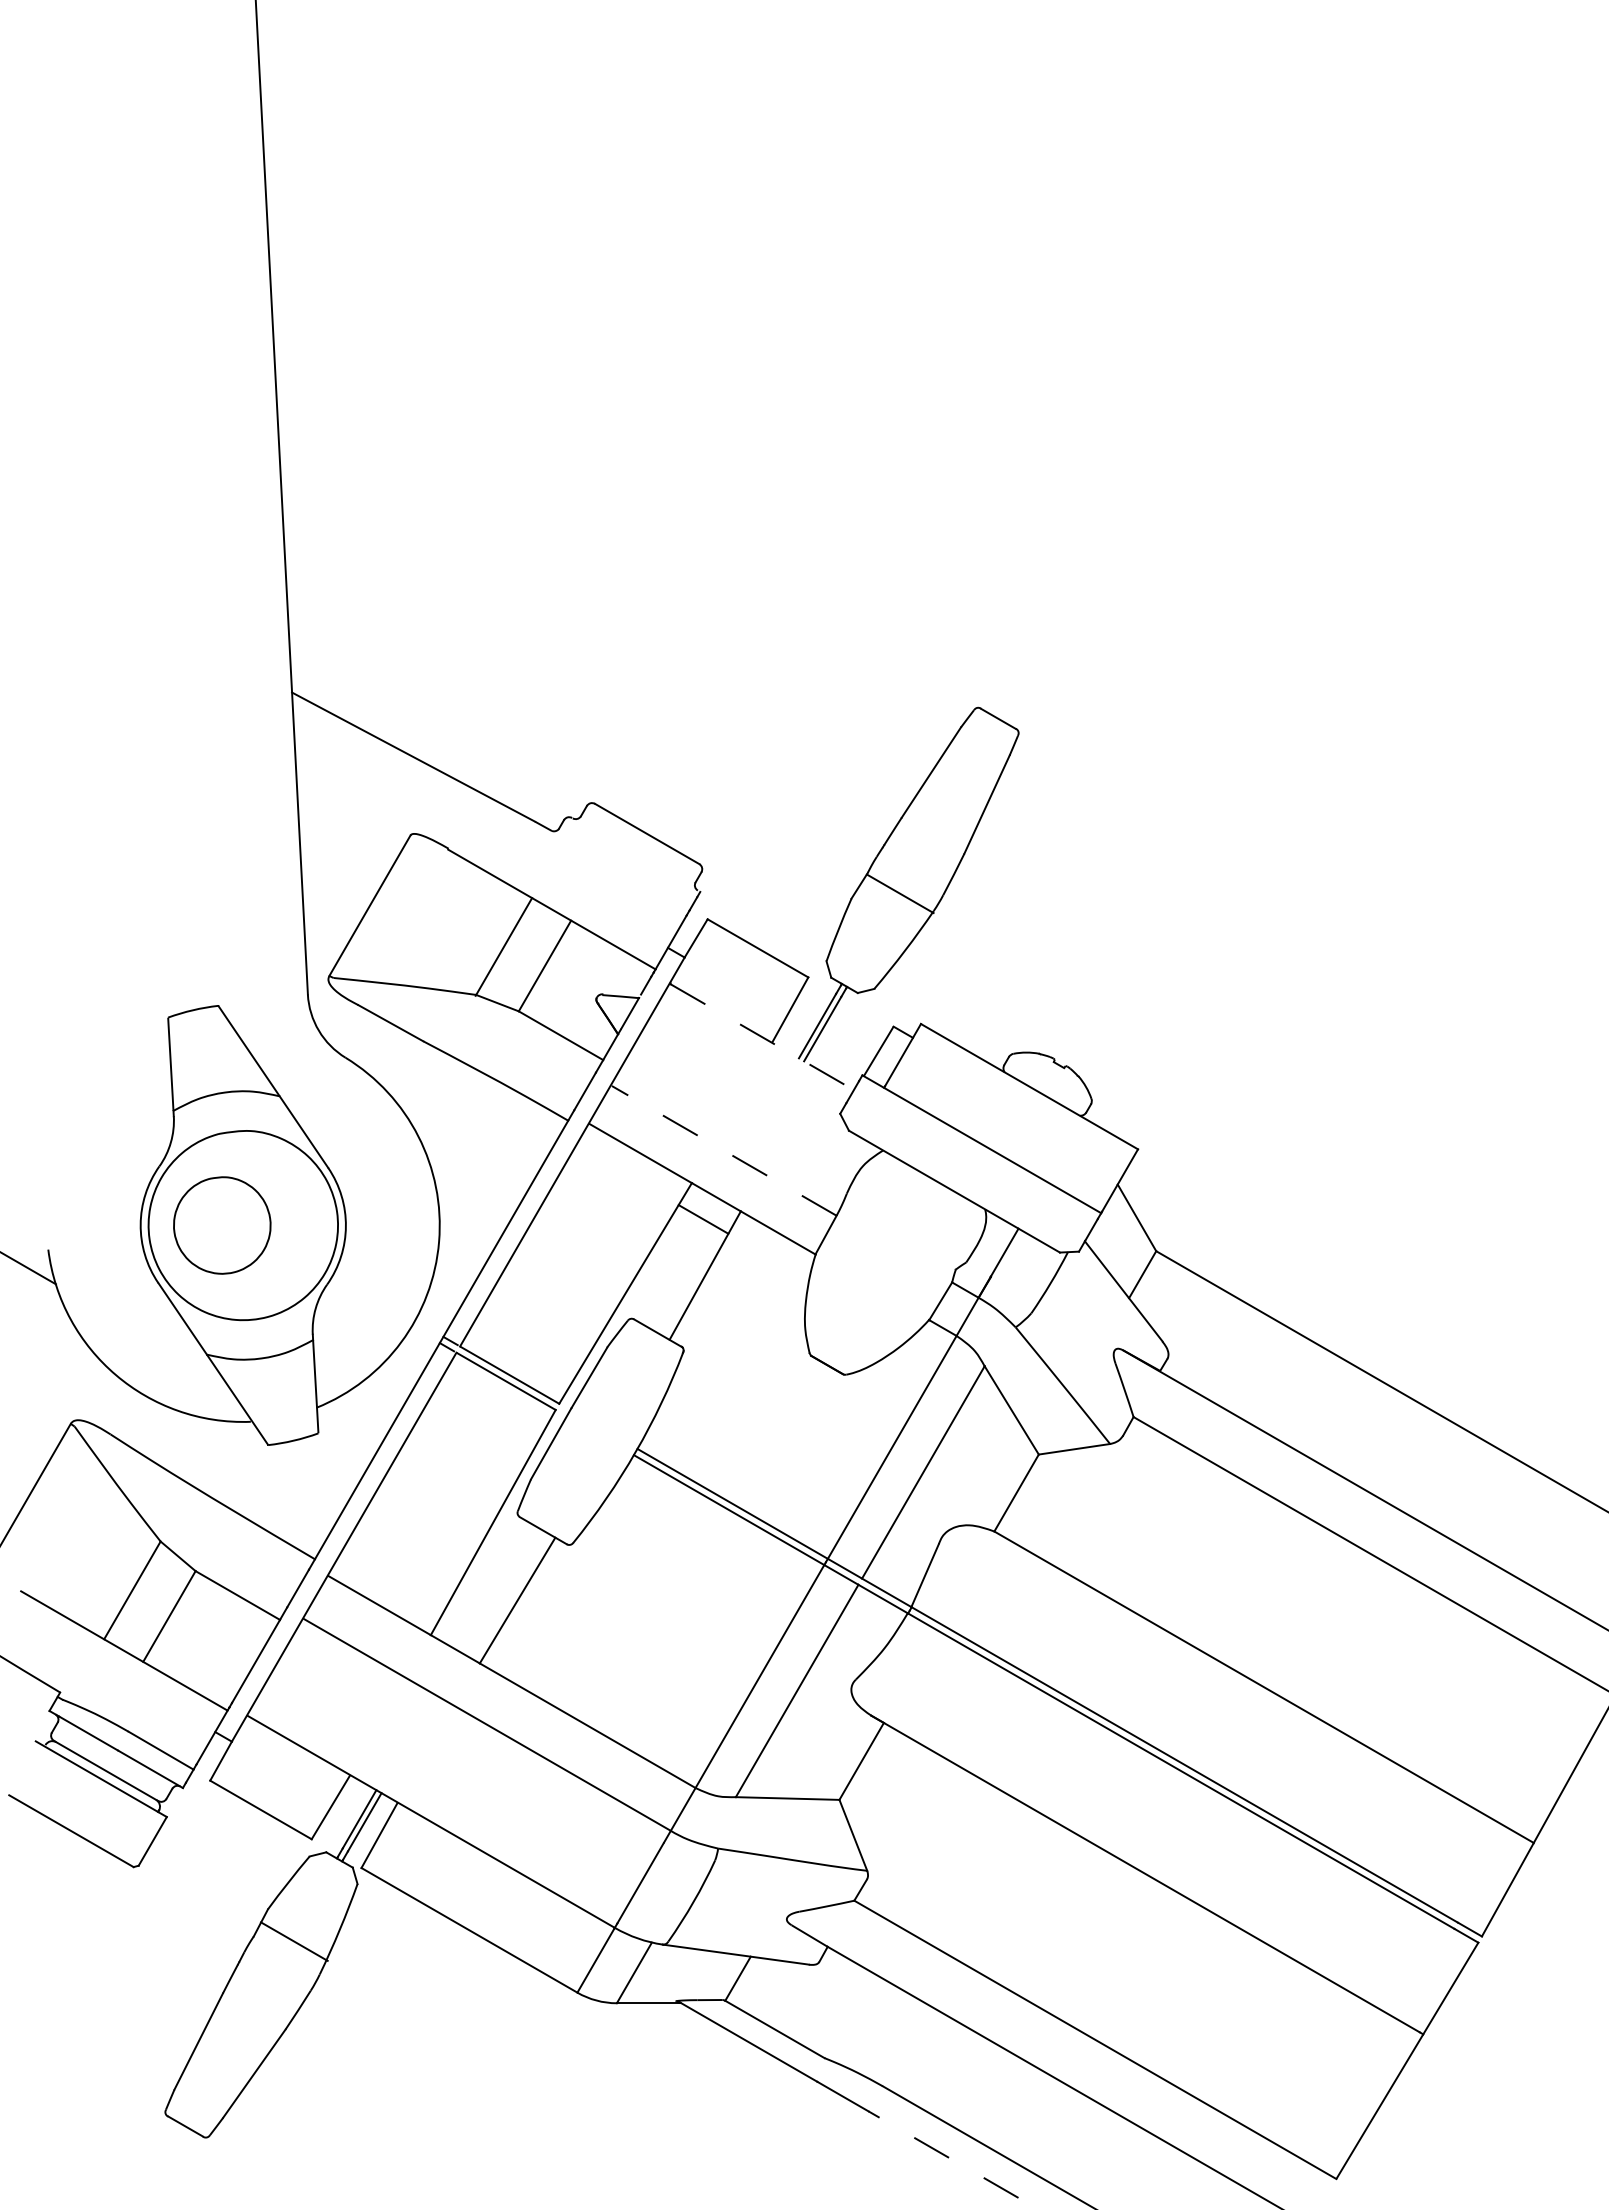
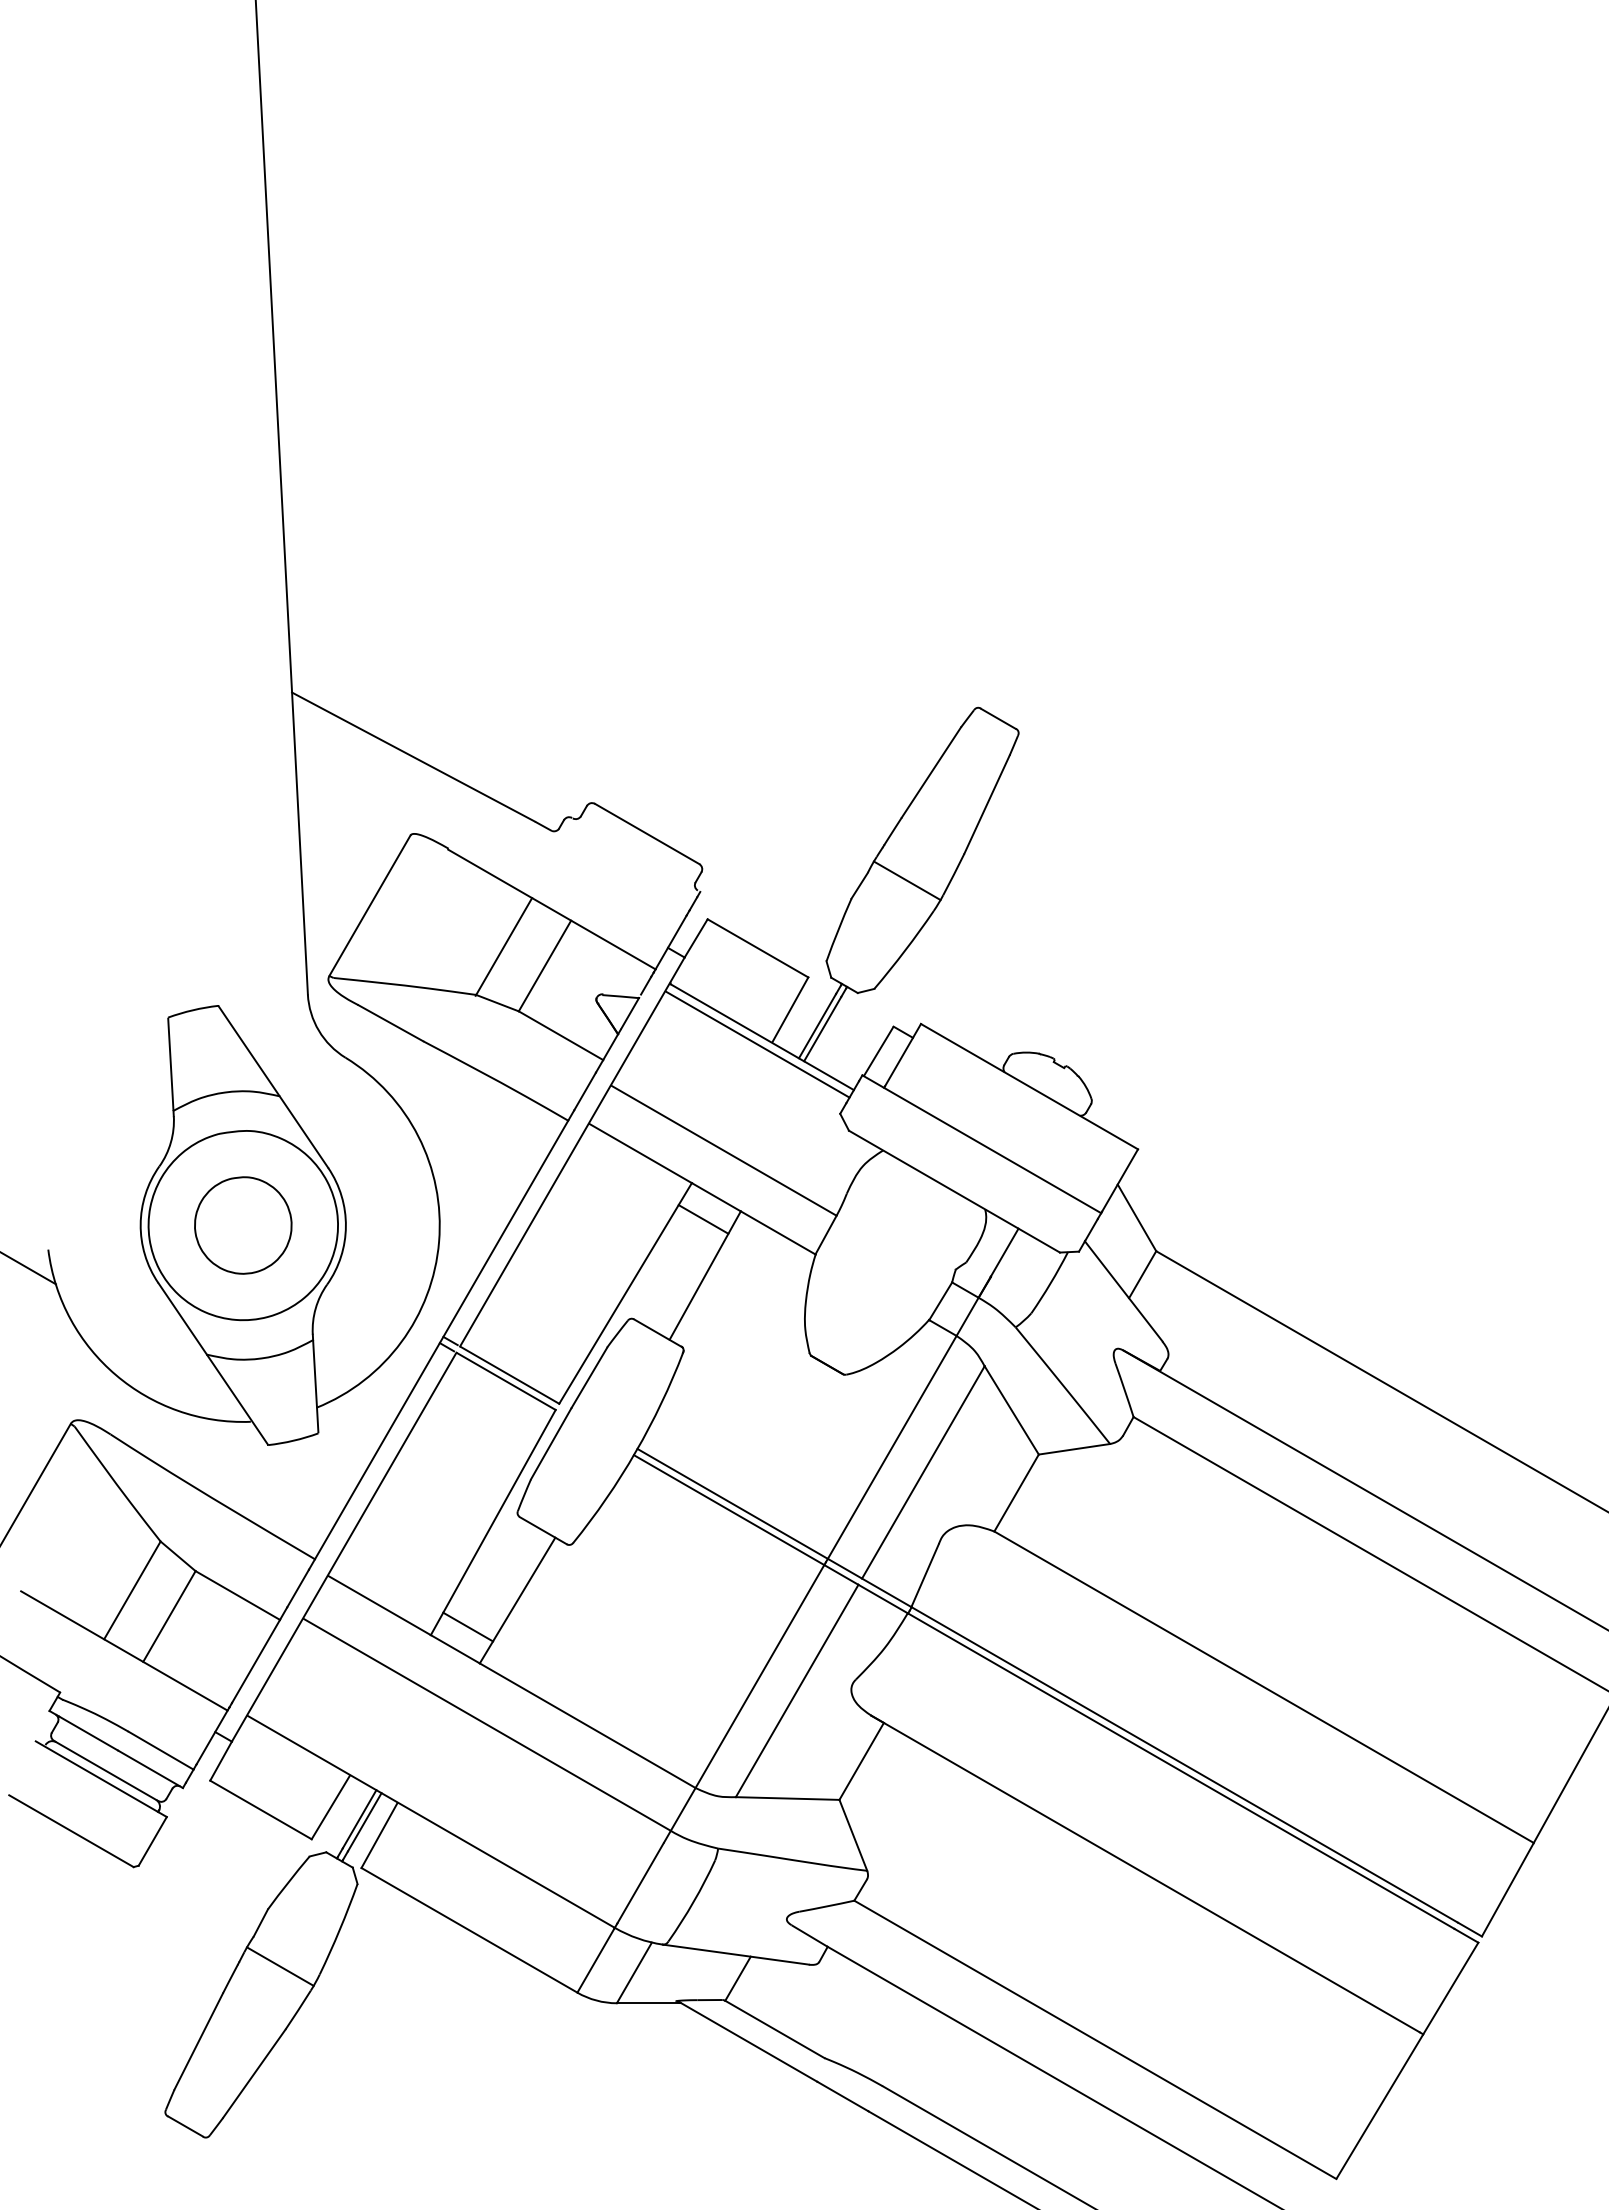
line at (899, 893) position: (899, 893) -> (906, 880)
line at (762, 1037): dashed -> solid
line at (757, 1044): none -> present
line at (724, 1150): dashed -> solid
part at (222, 1225) position: (222, 1225) -> (243, 1225)
line at (468, 1626): none -> present
line at (294, 1941) position: (294, 1941) -> (280, 1966)
line at (953, 2160): dashed -> solid
